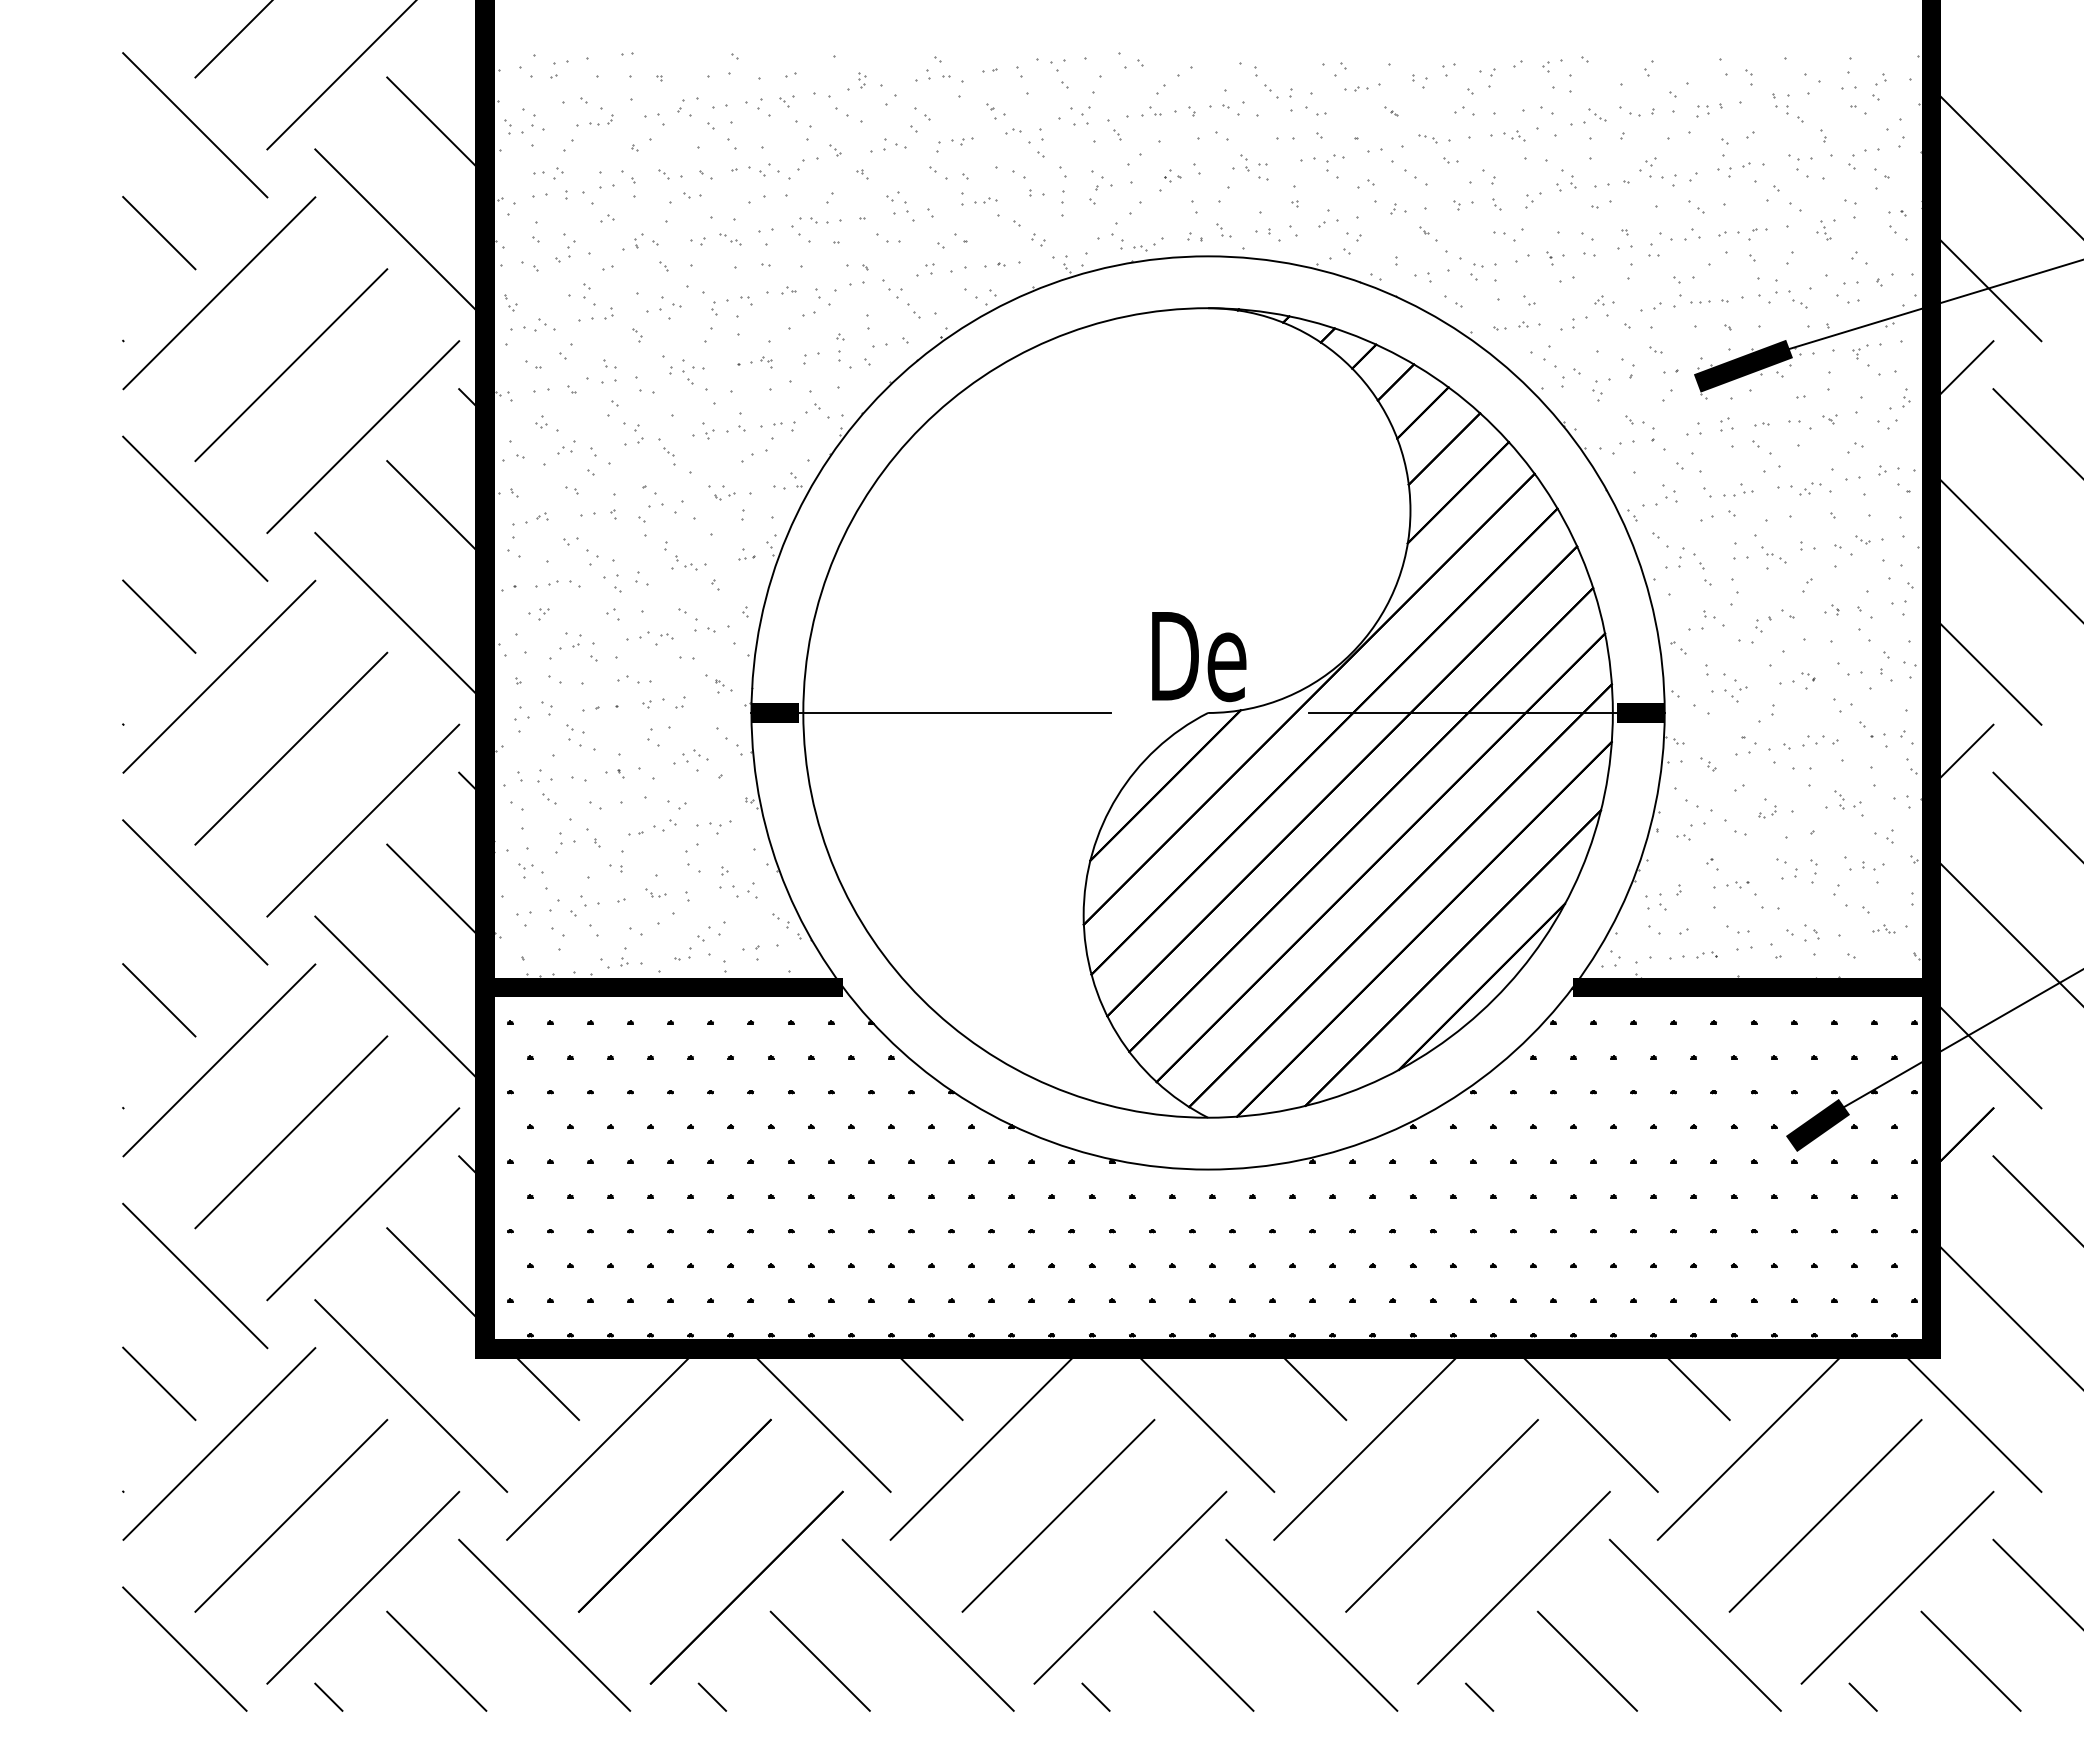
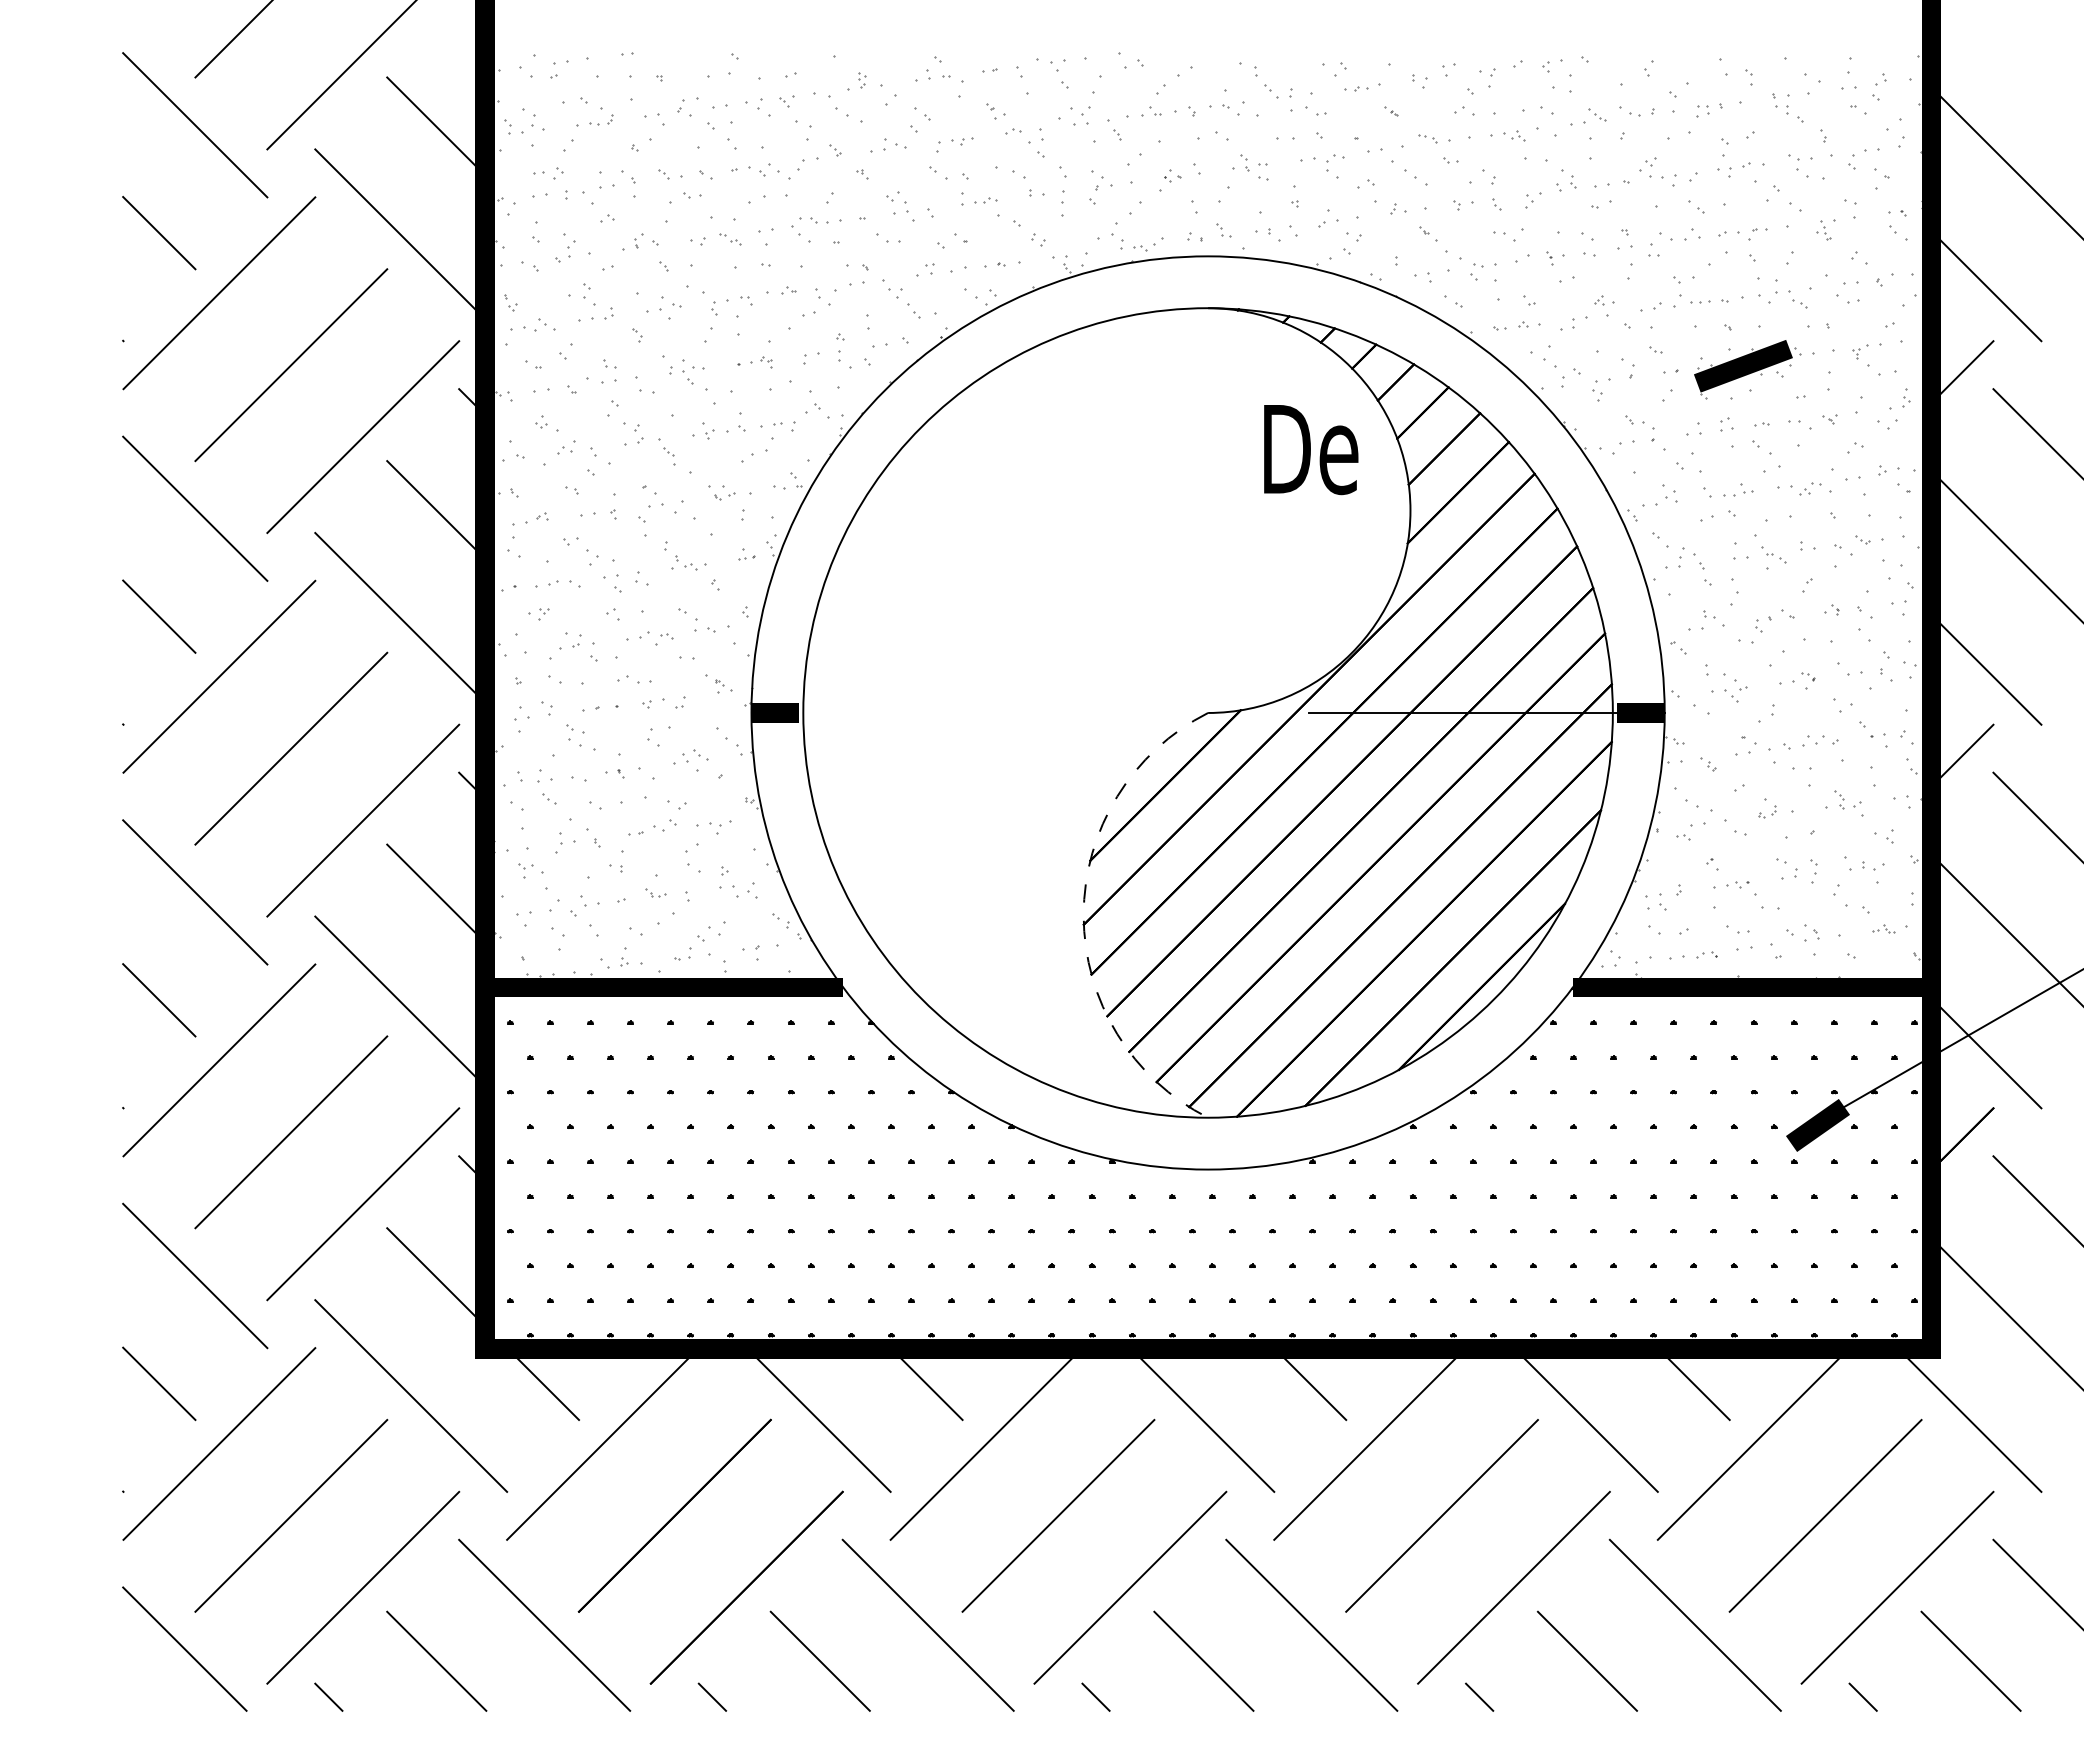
line at (1934, 304): present -> none
text at (1199, 657) position: (1199, 657) -> (1311, 450)
line at (931, 712): present -> none
arc at (1083, 915): solid -> dashed
